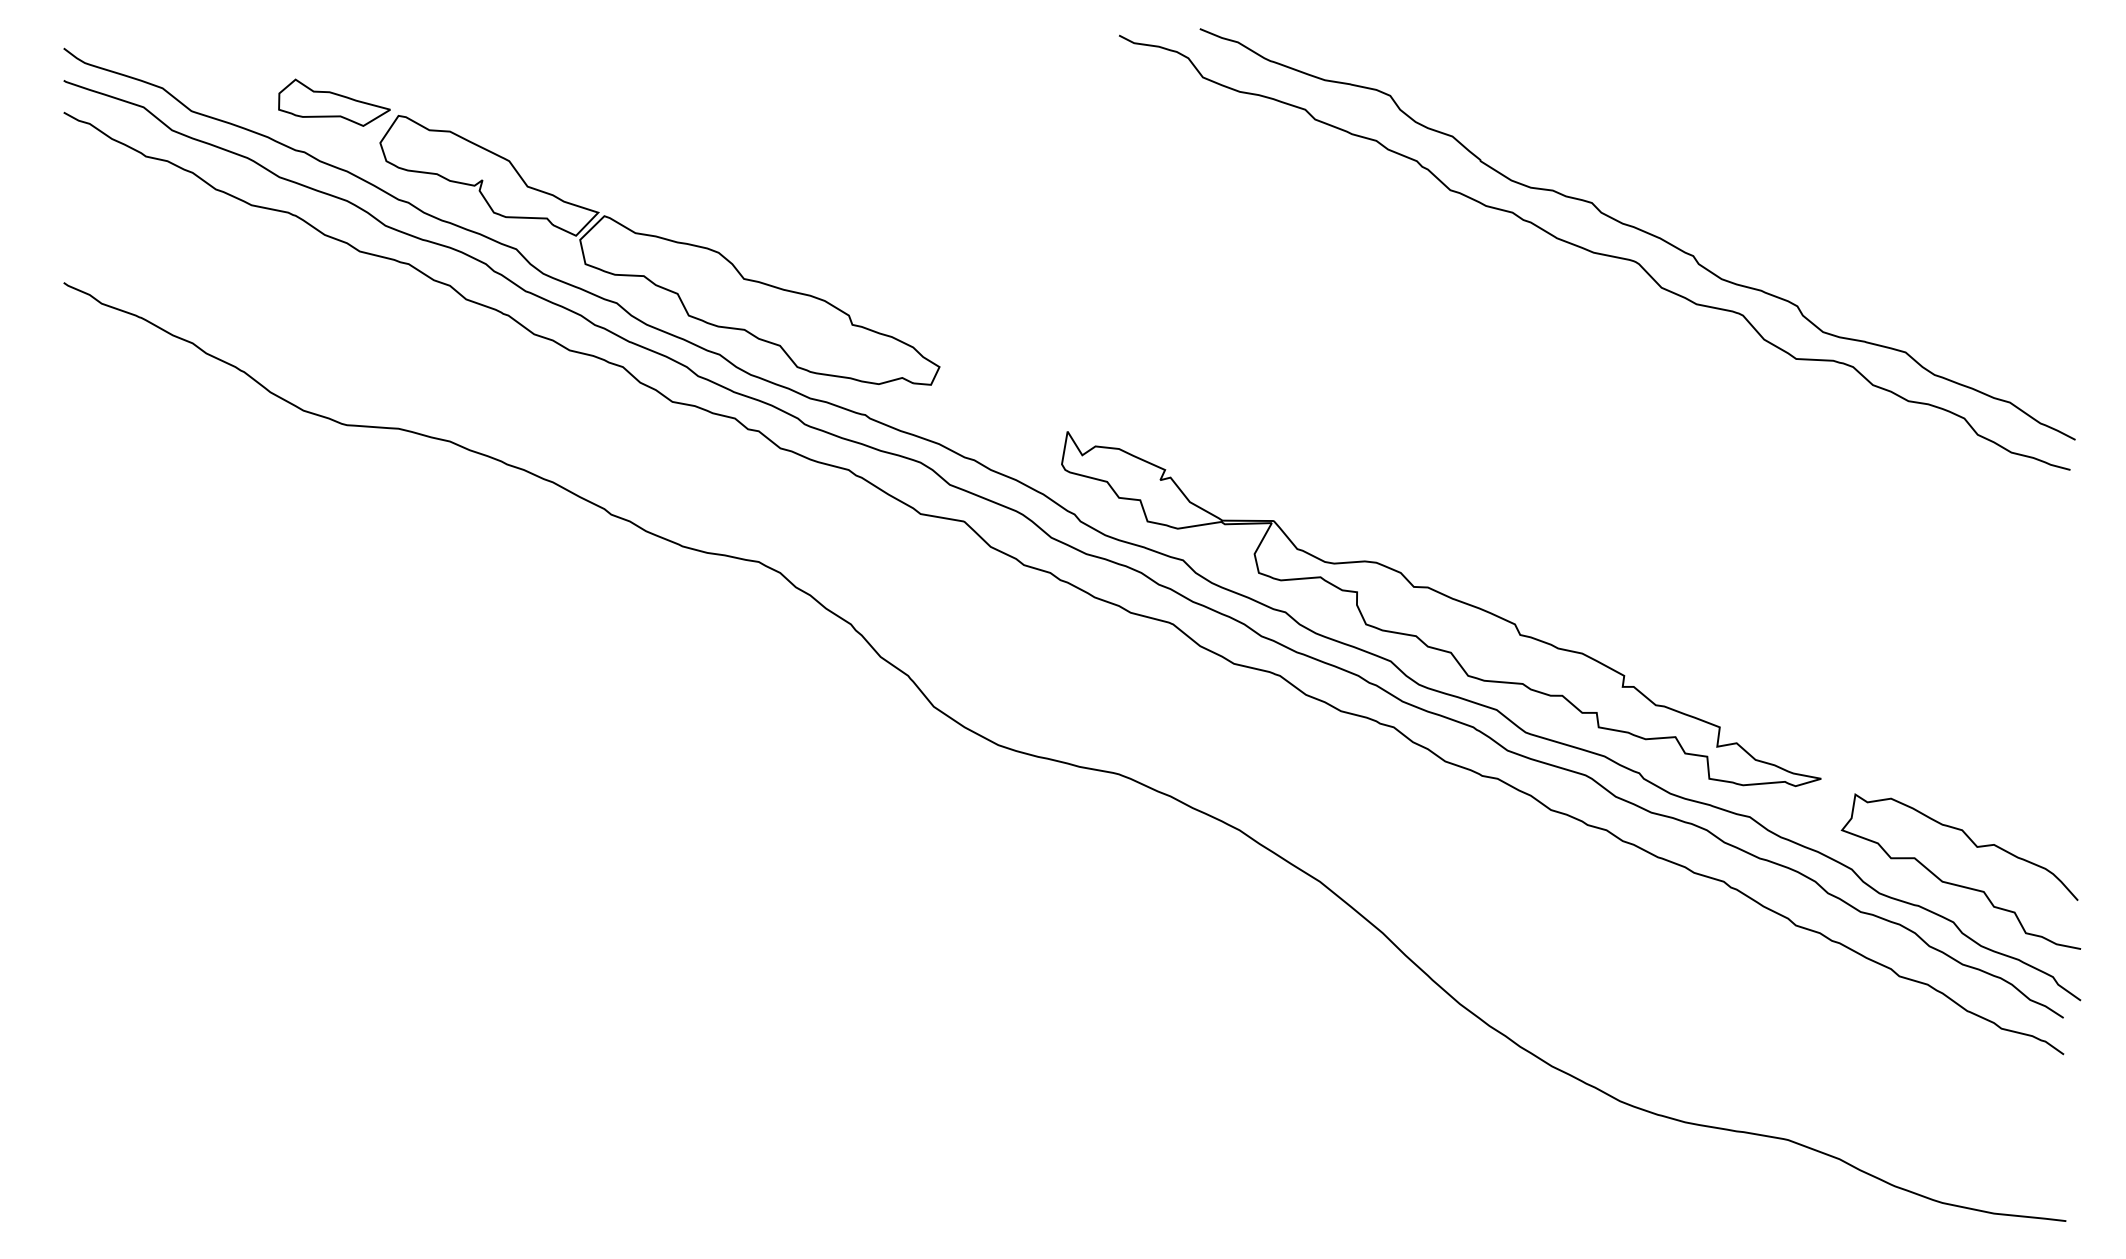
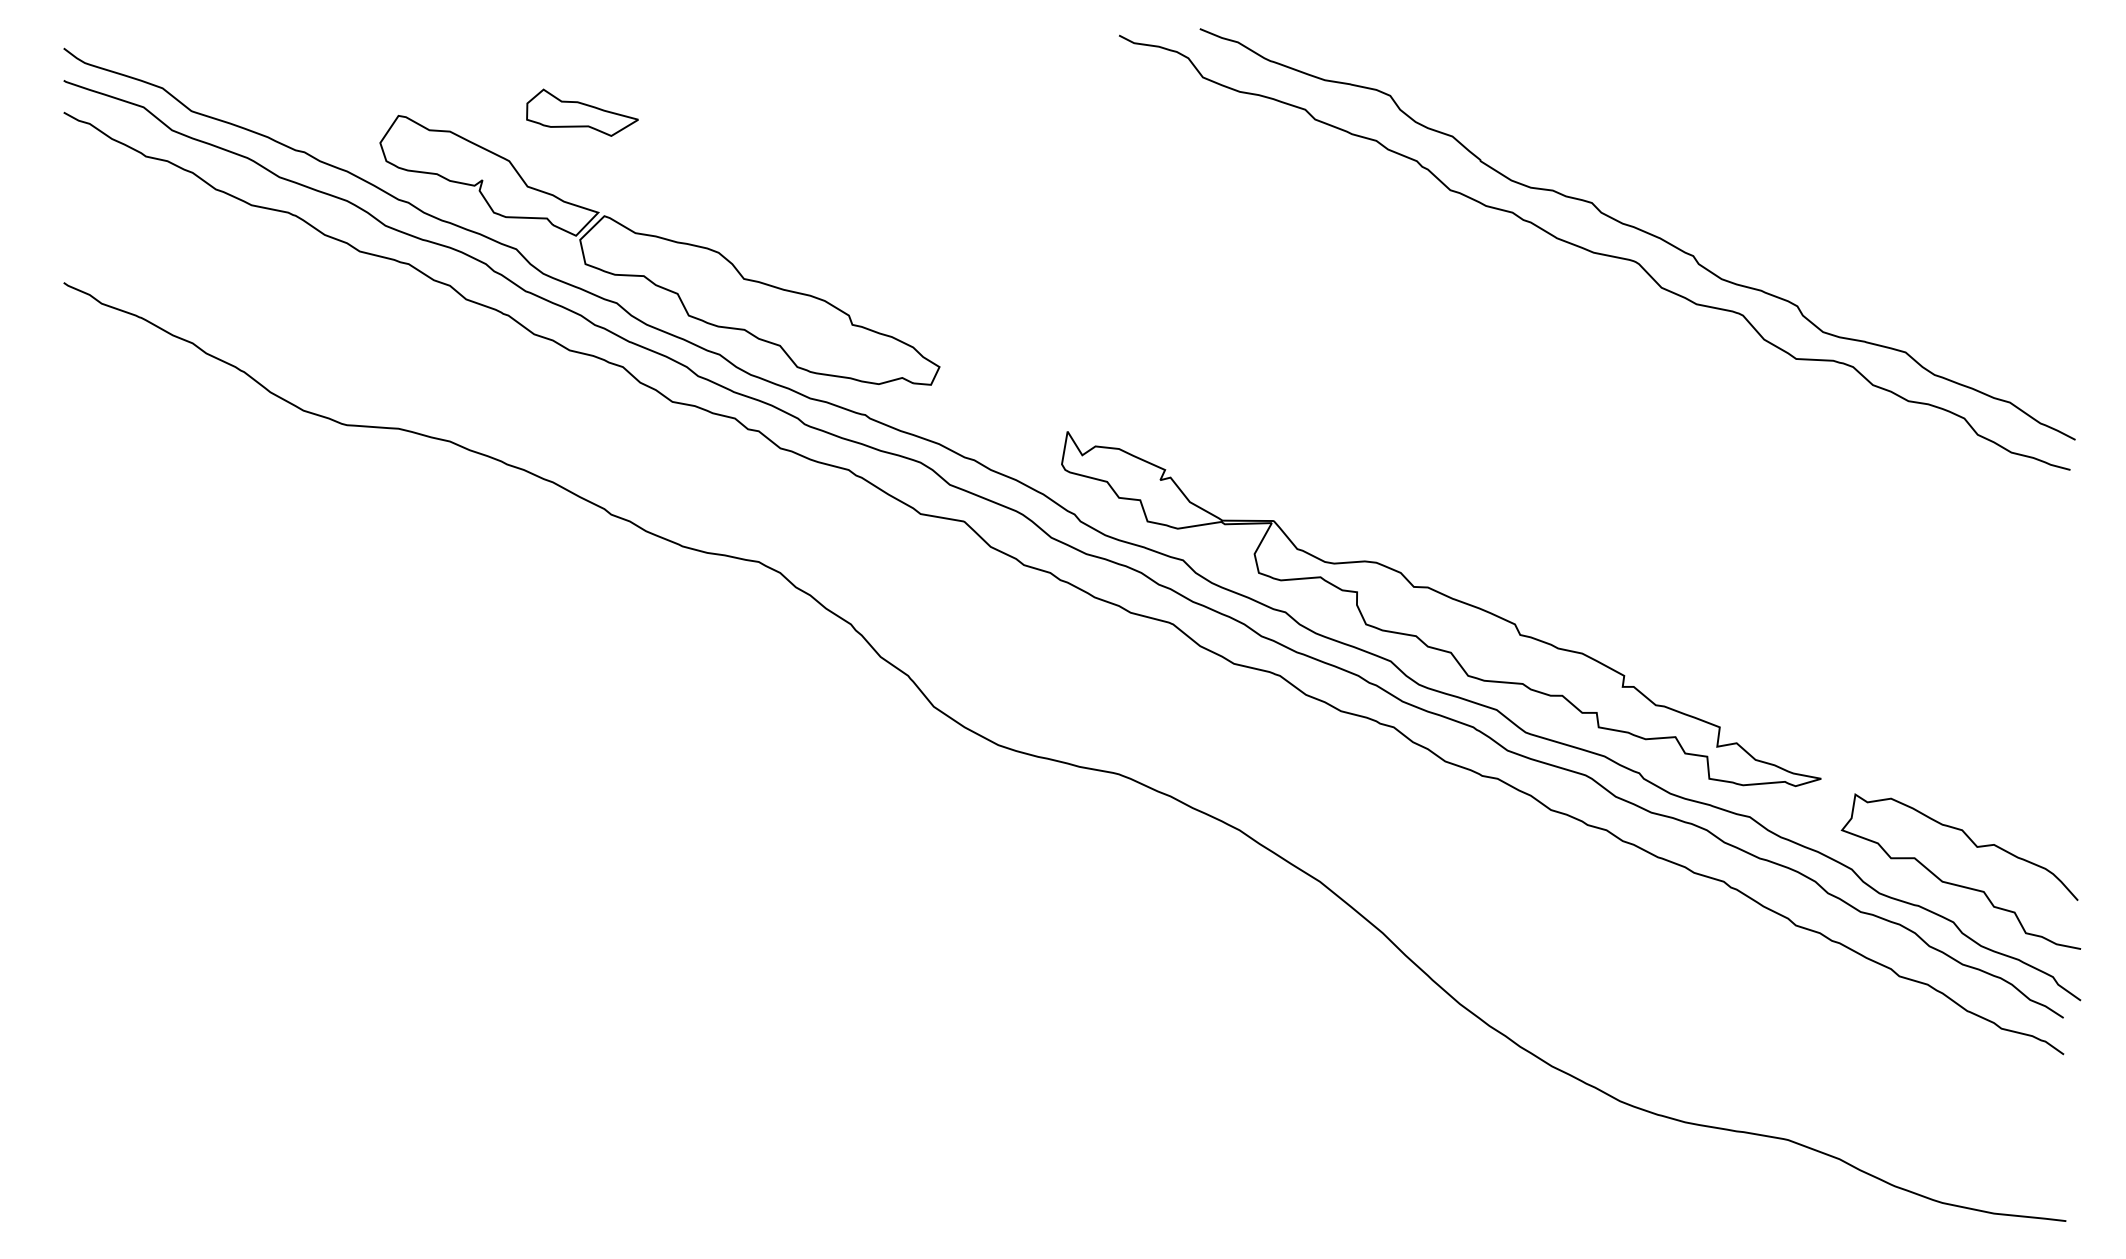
part at (334, 102) position: (334, 102) -> (582, 112)
